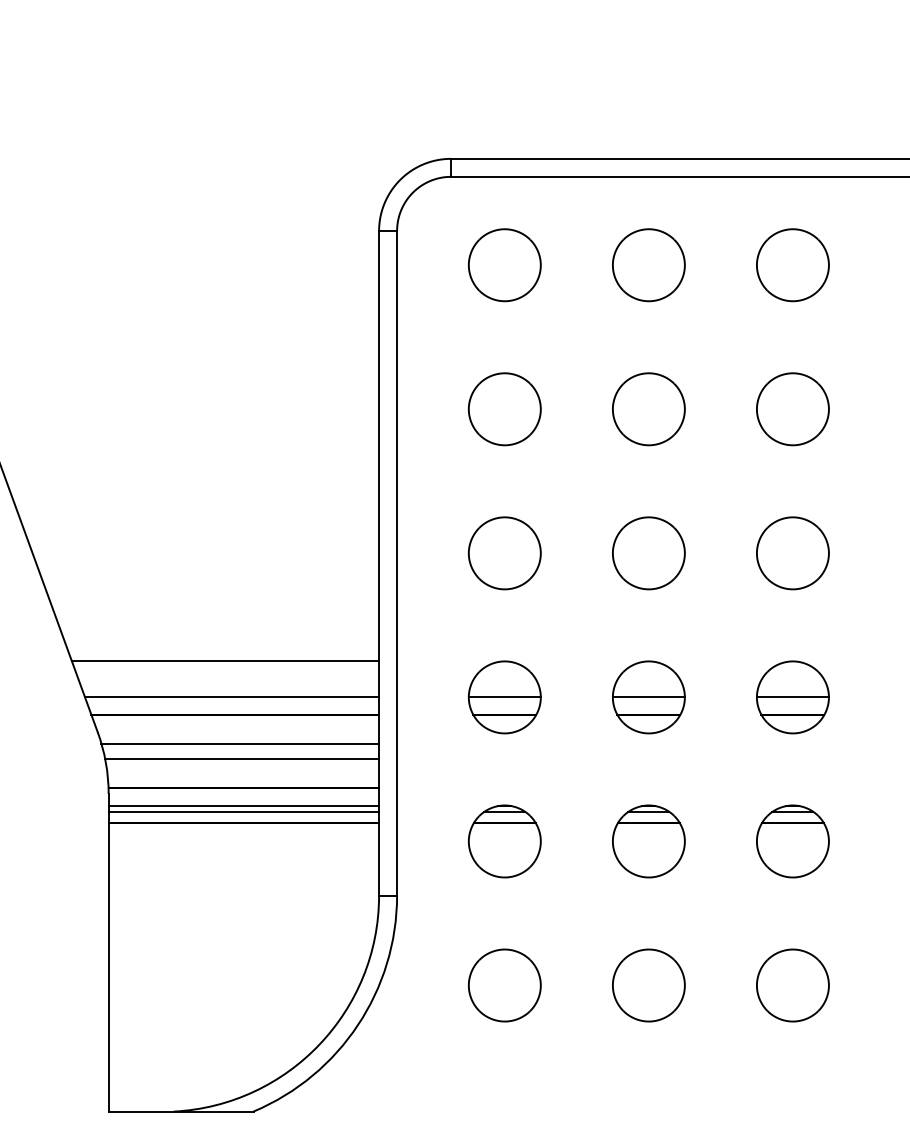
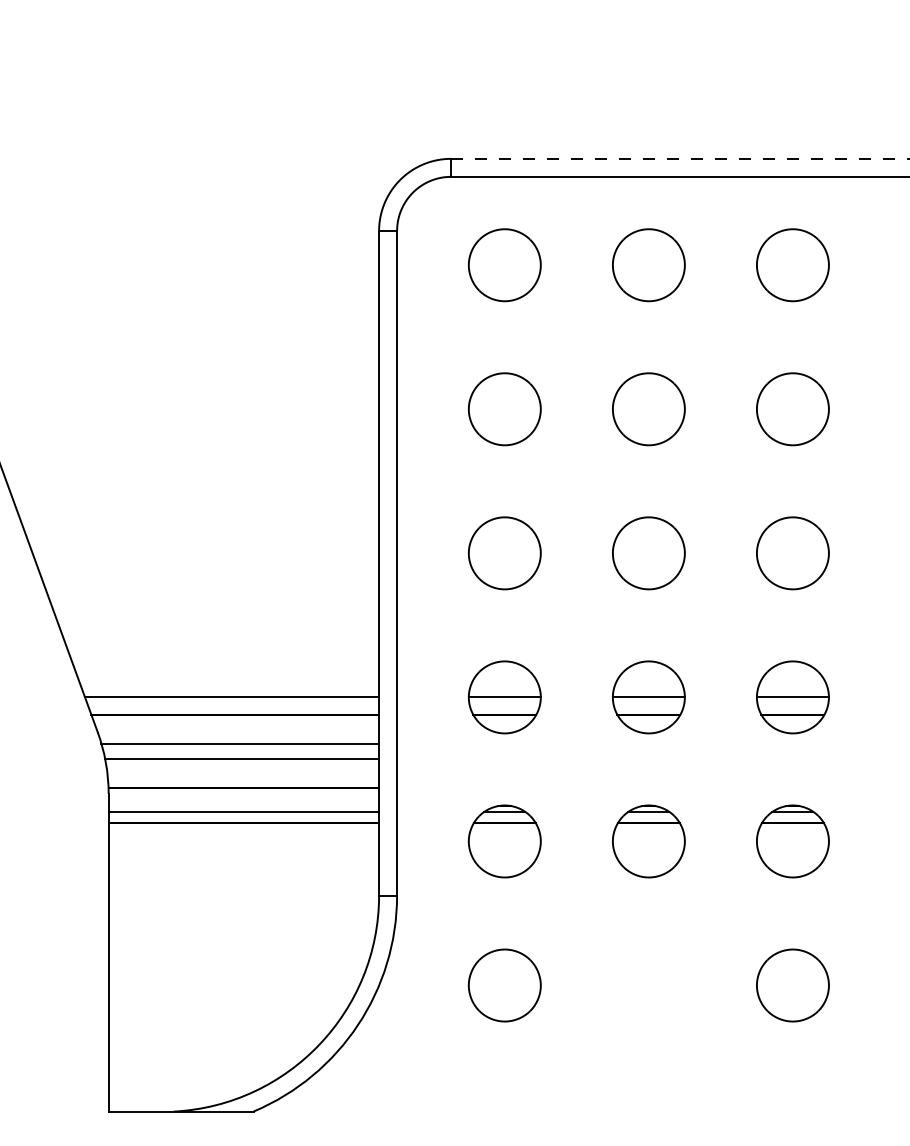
line at (680, 158): solid -> dashed
line at (225, 661): present -> none
line at (243, 806): present -> none
part at (648, 985): present -> none
